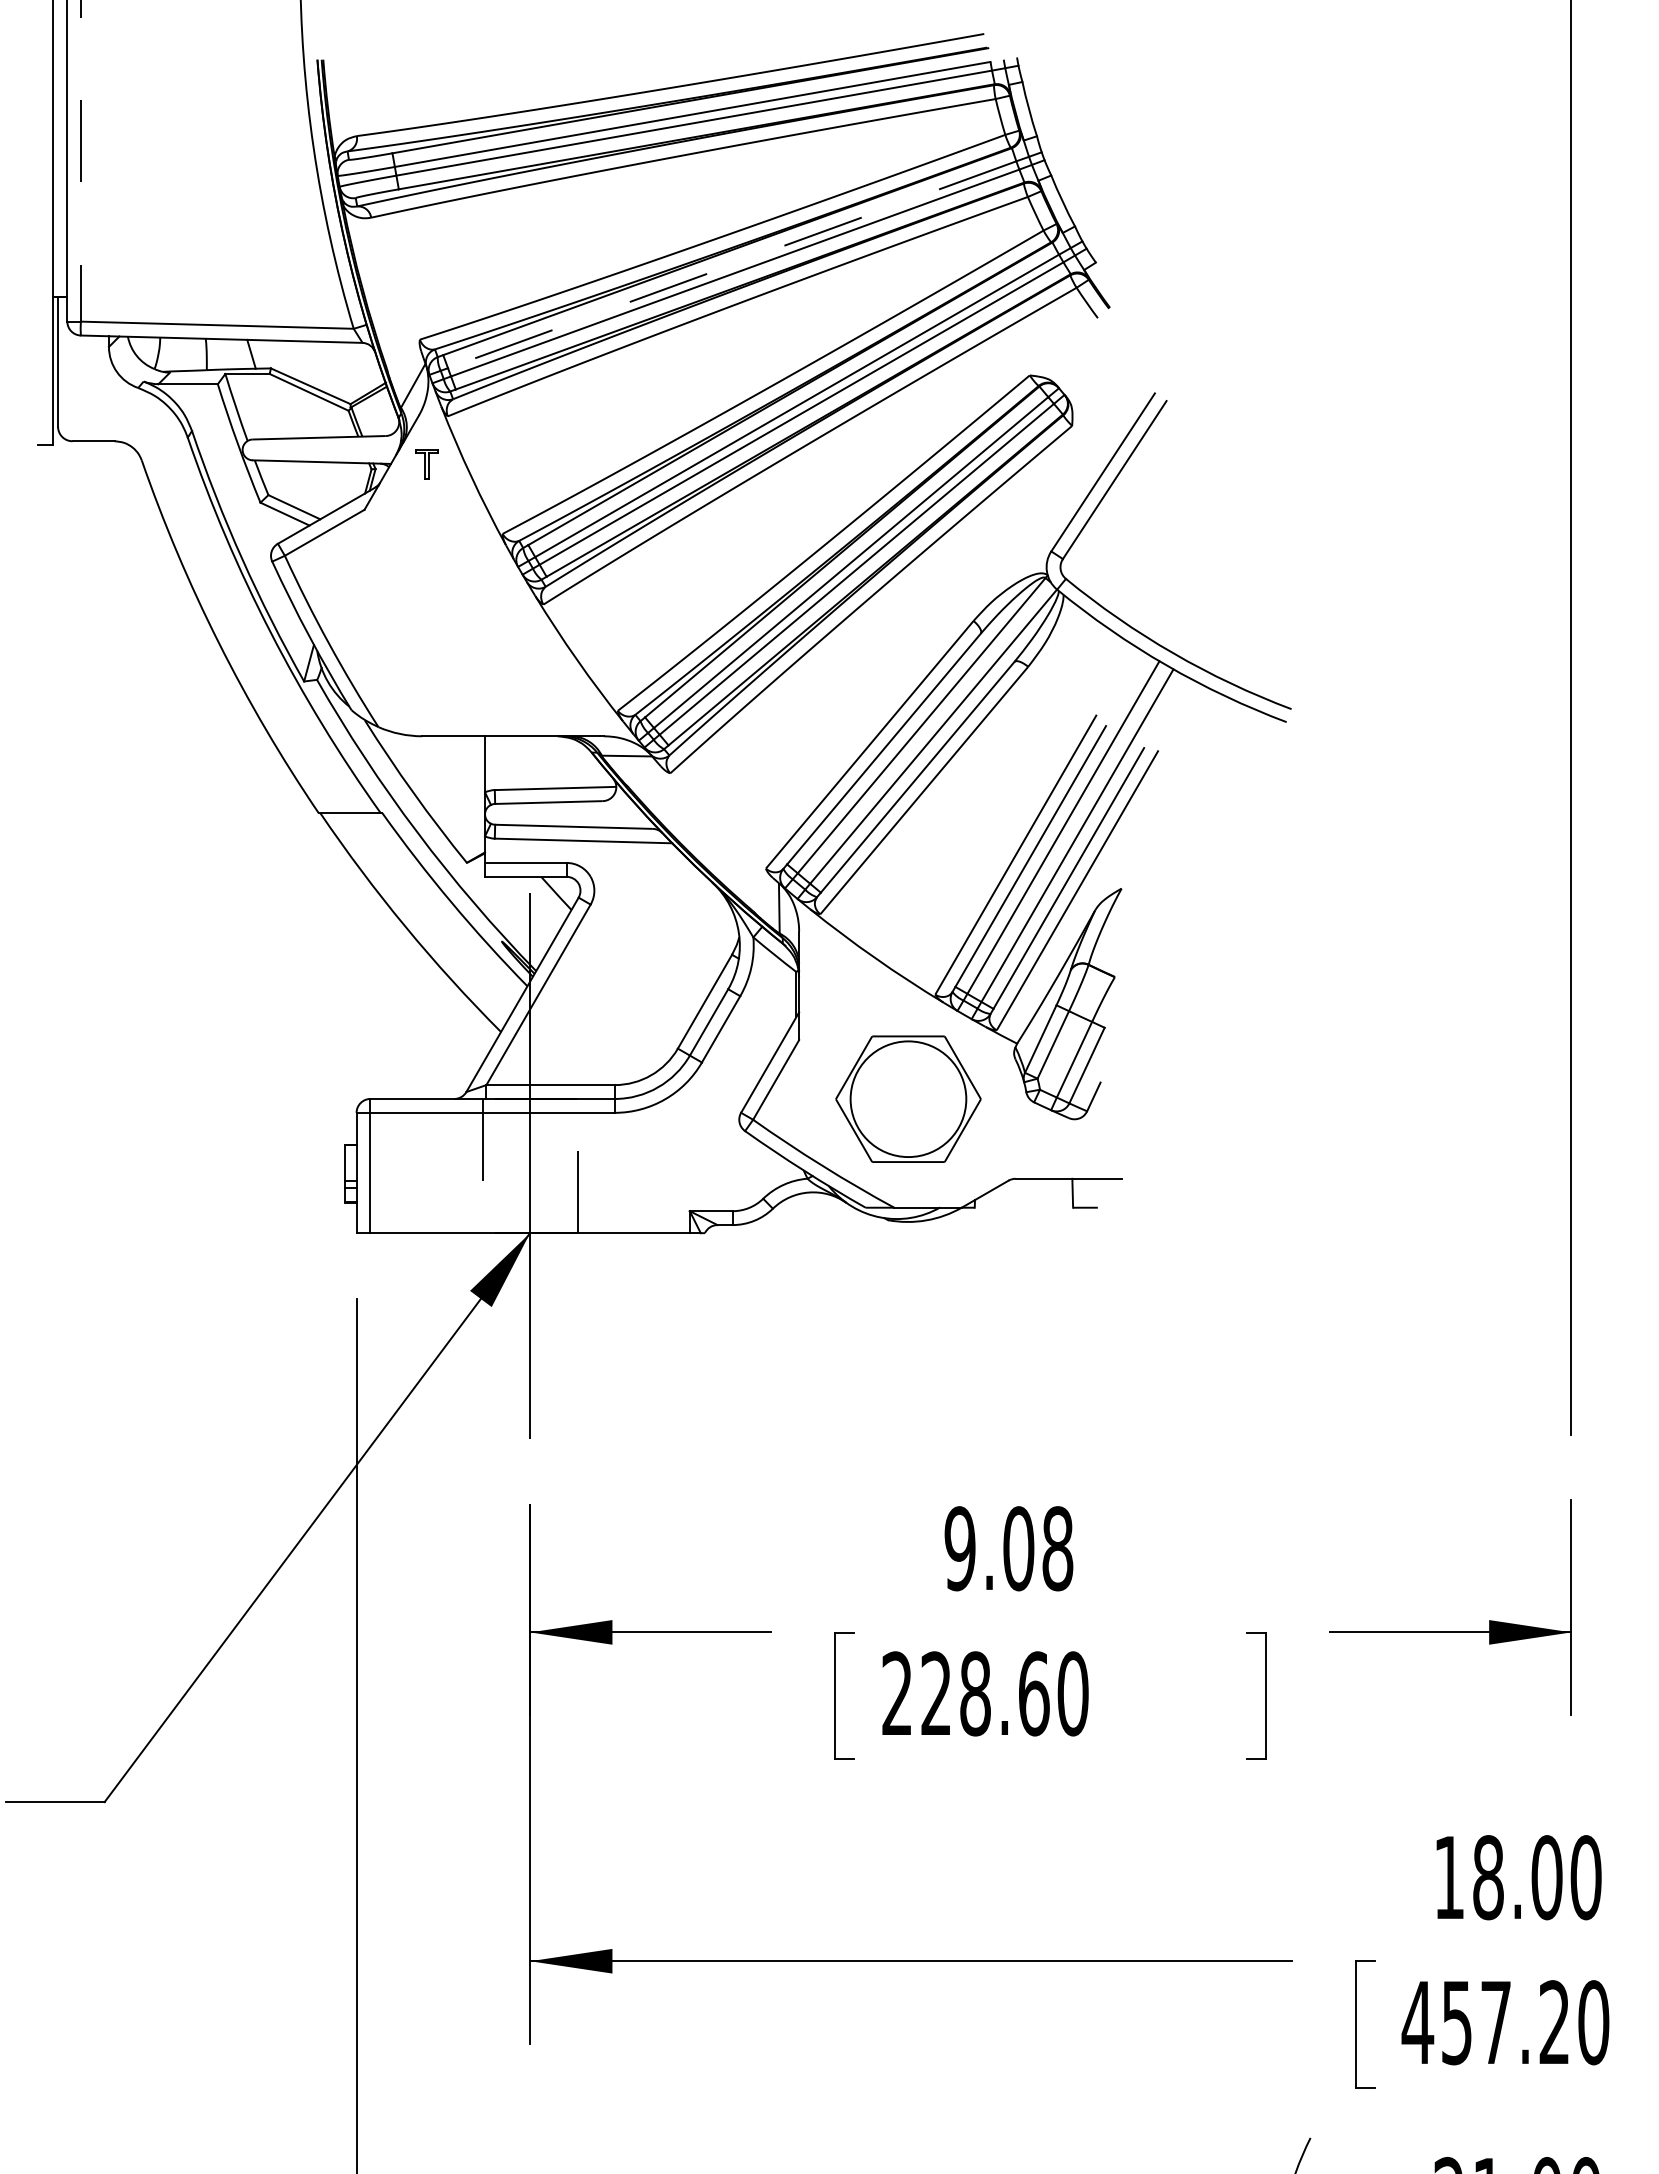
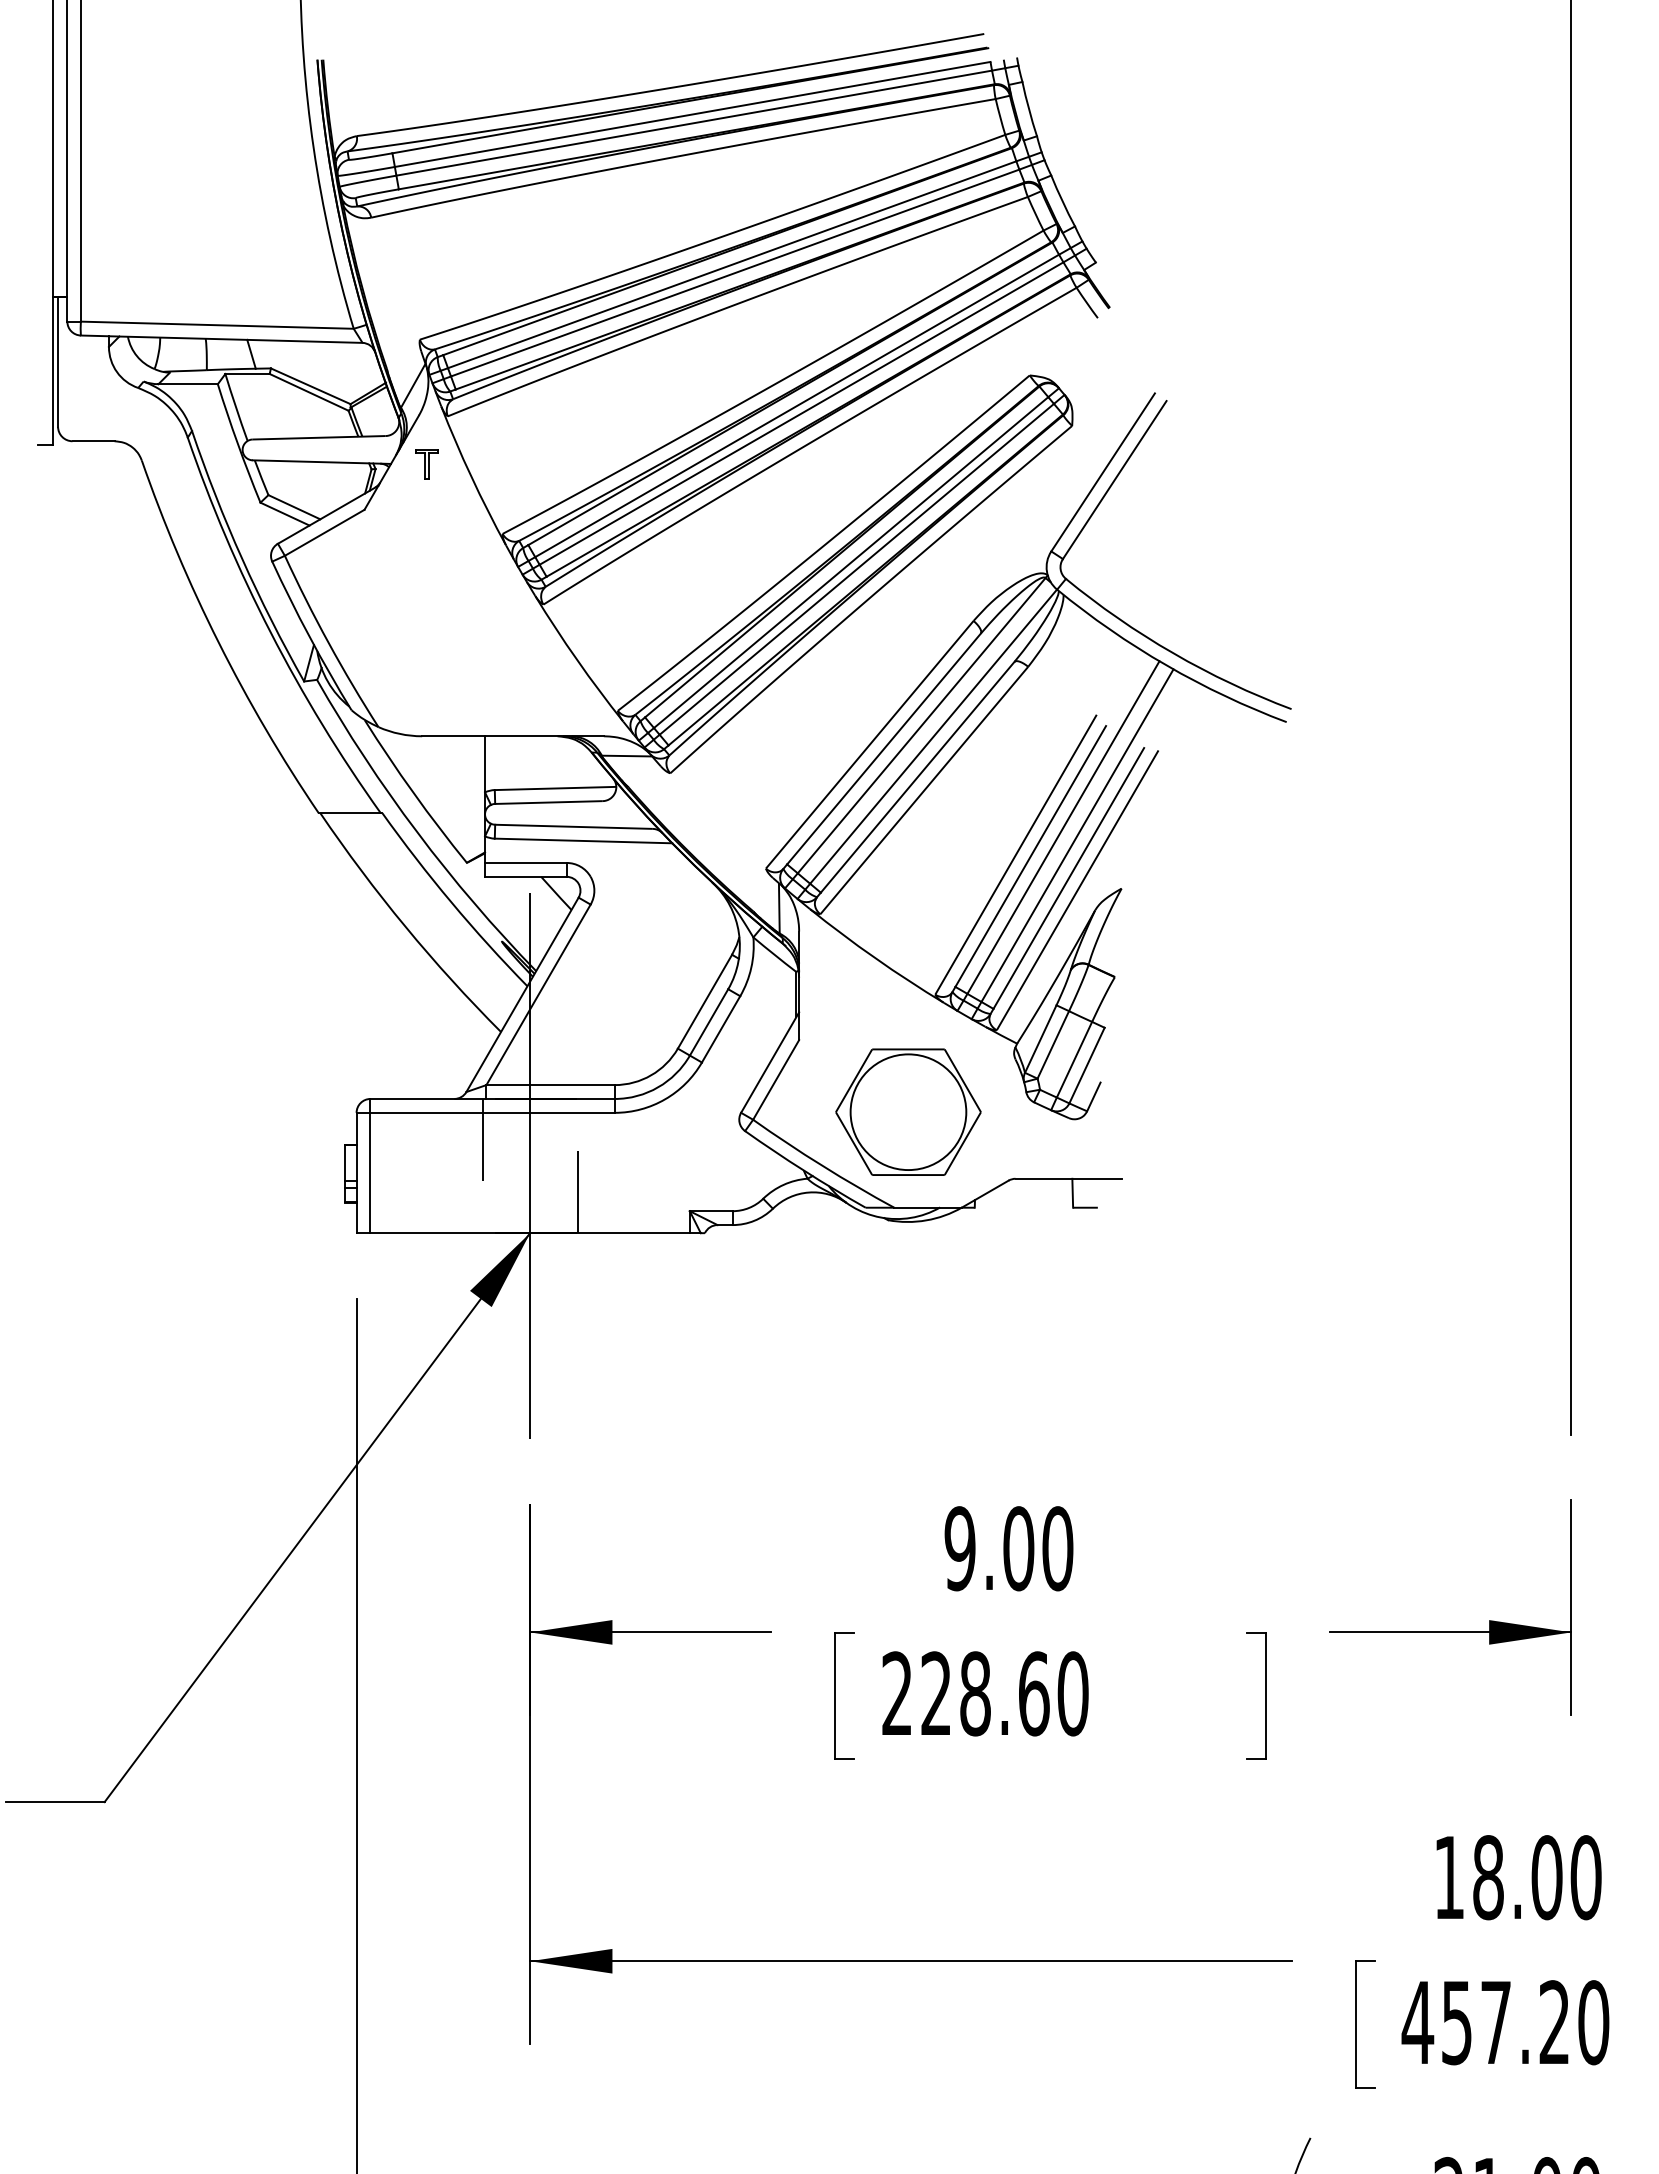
line at (80, 161): dashed -> solid
line at (731, 264): dashed -> solid
part at (908, 1098) position: (908, 1098) -> (908, 1111)
text at (1057, 1548): 9.08 -> 9.00
